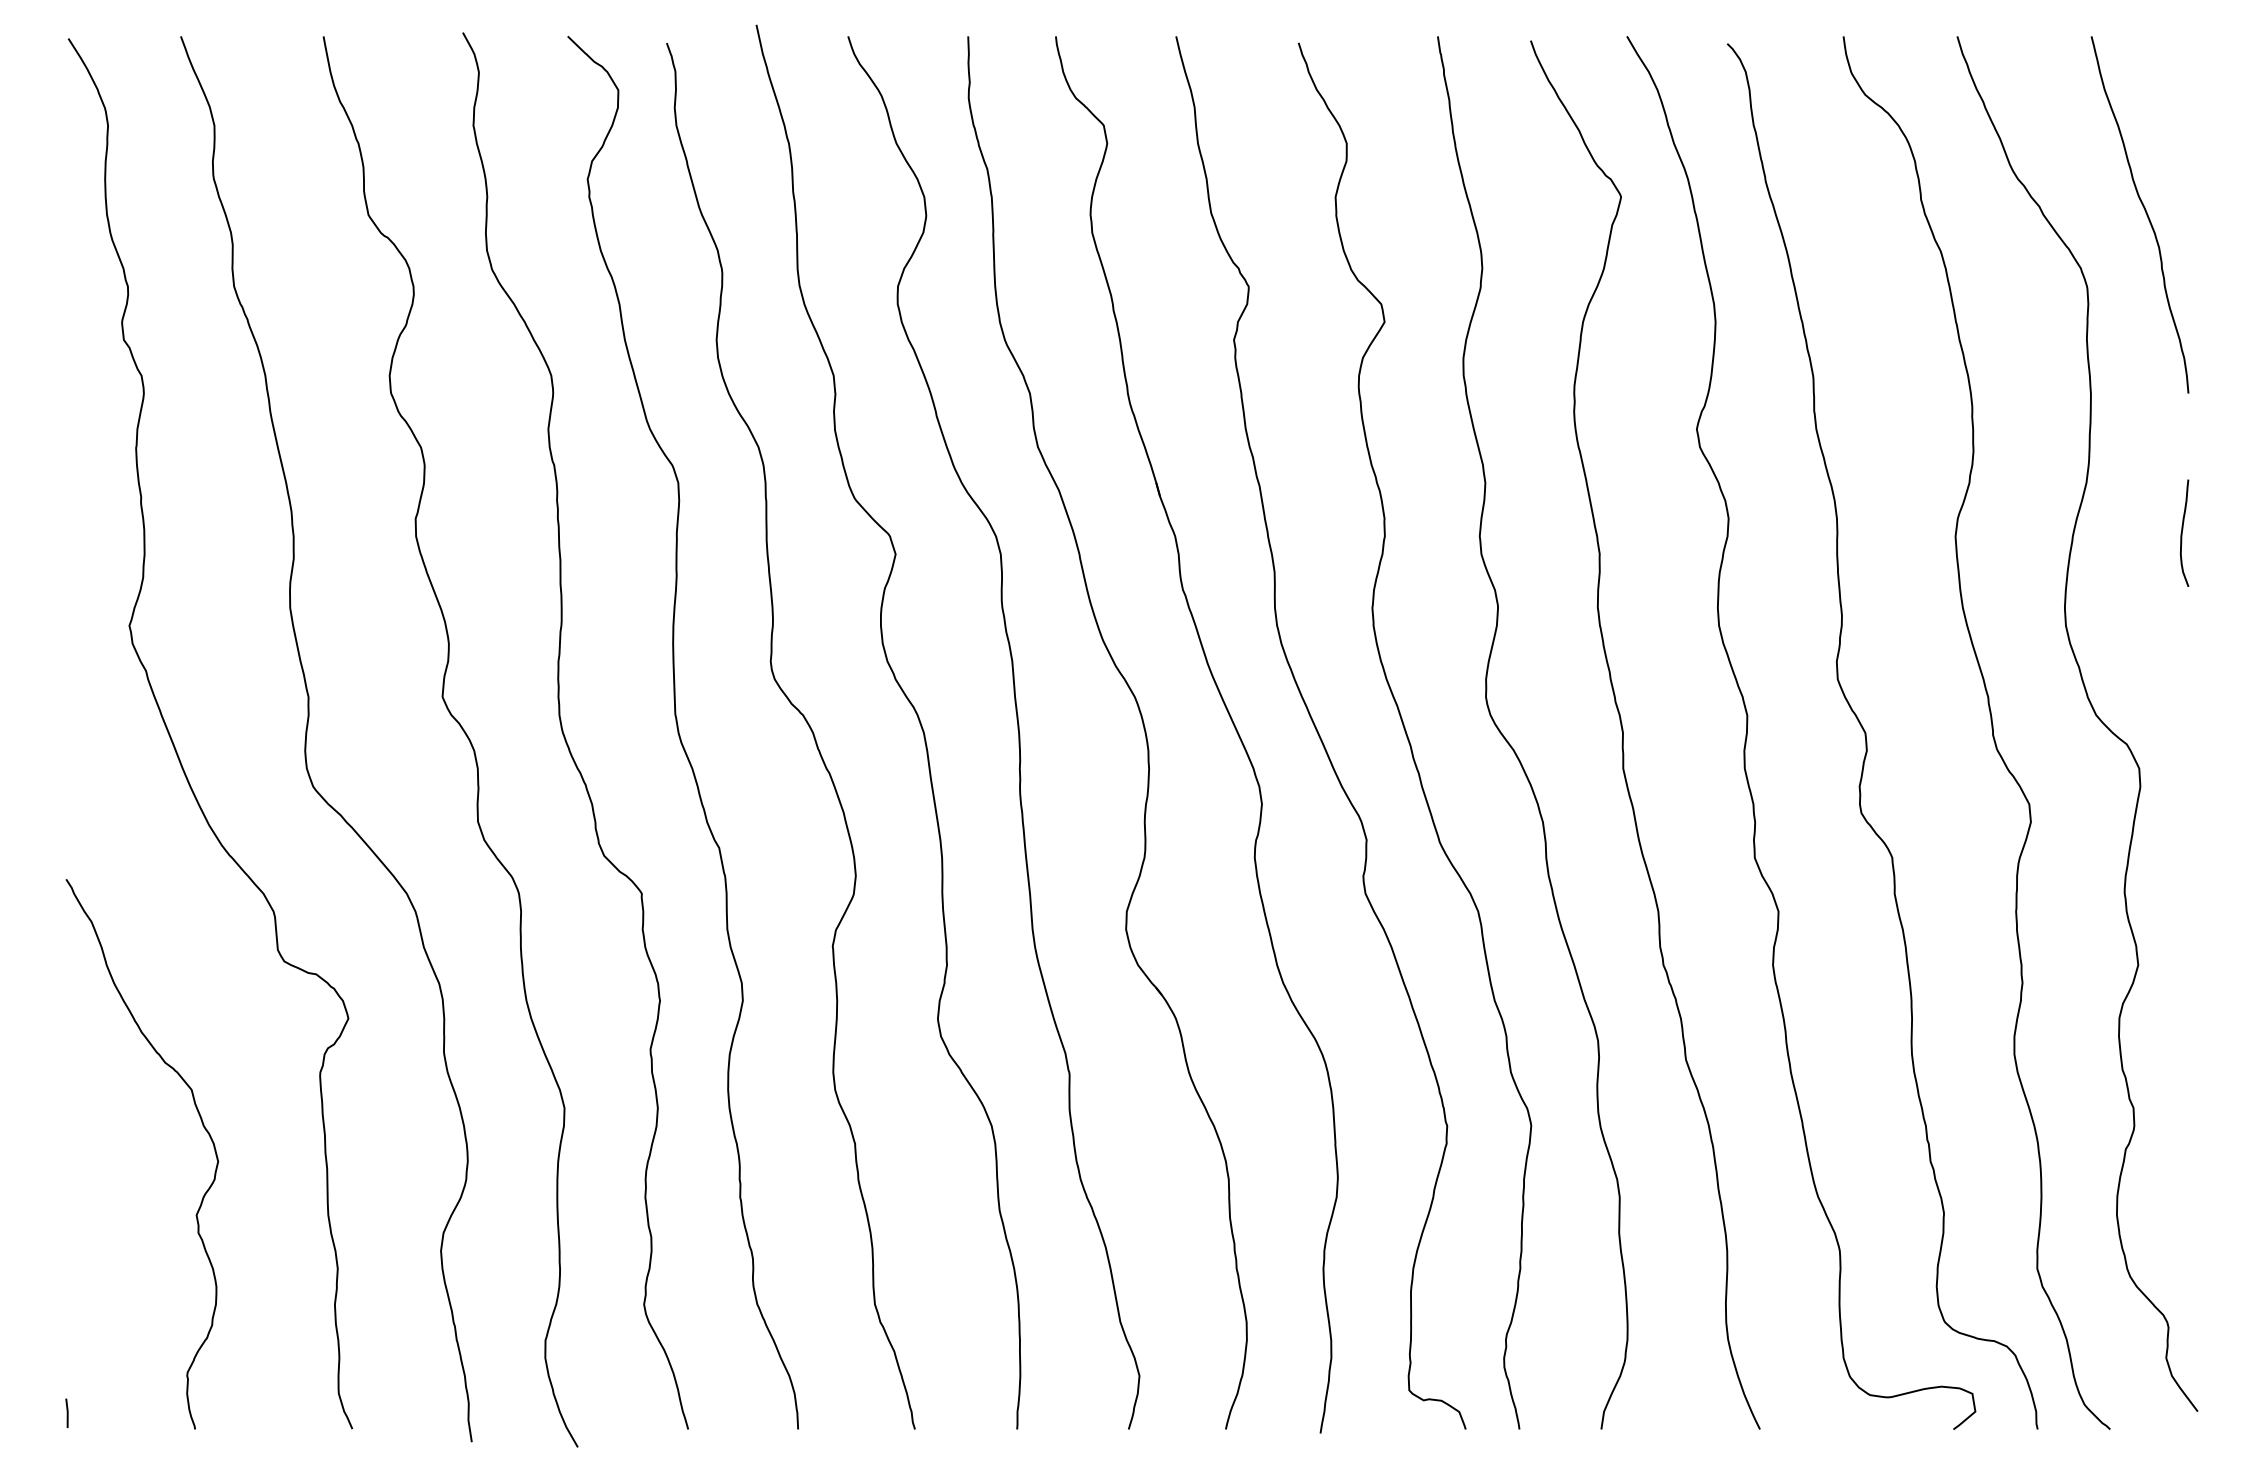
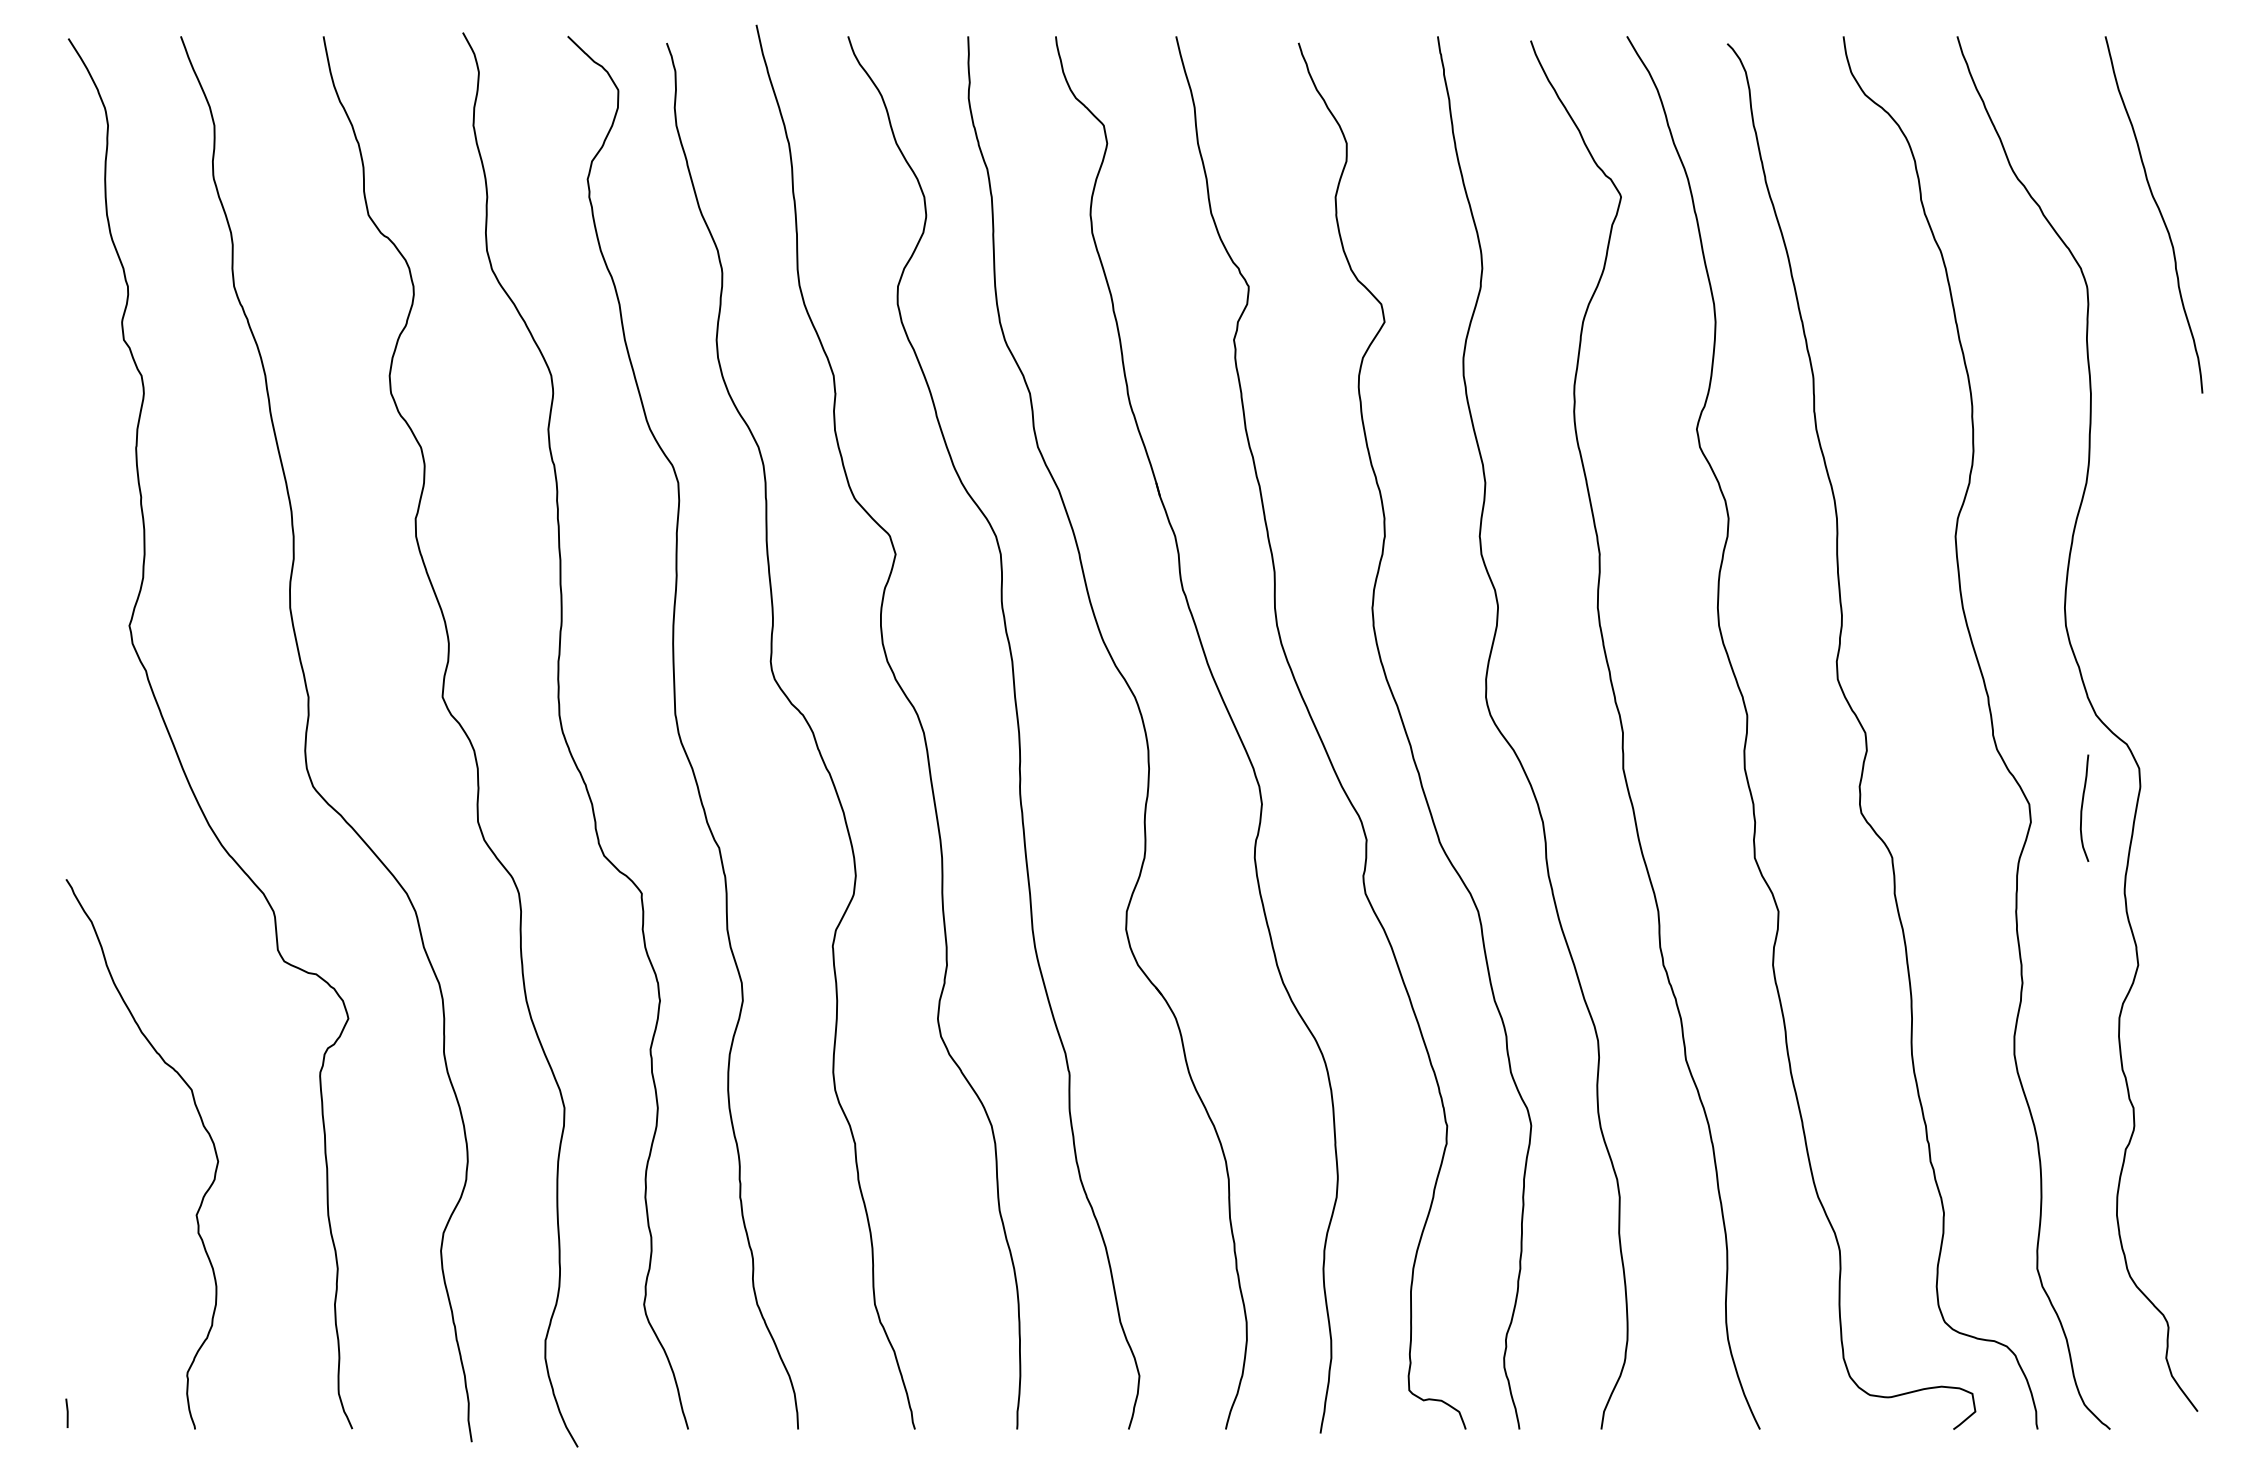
curve at (2145, 213) position: (2145, 213) -> (2159, 213)
curve at (2182, 532) position: (2182, 532) -> (2082, 807)
